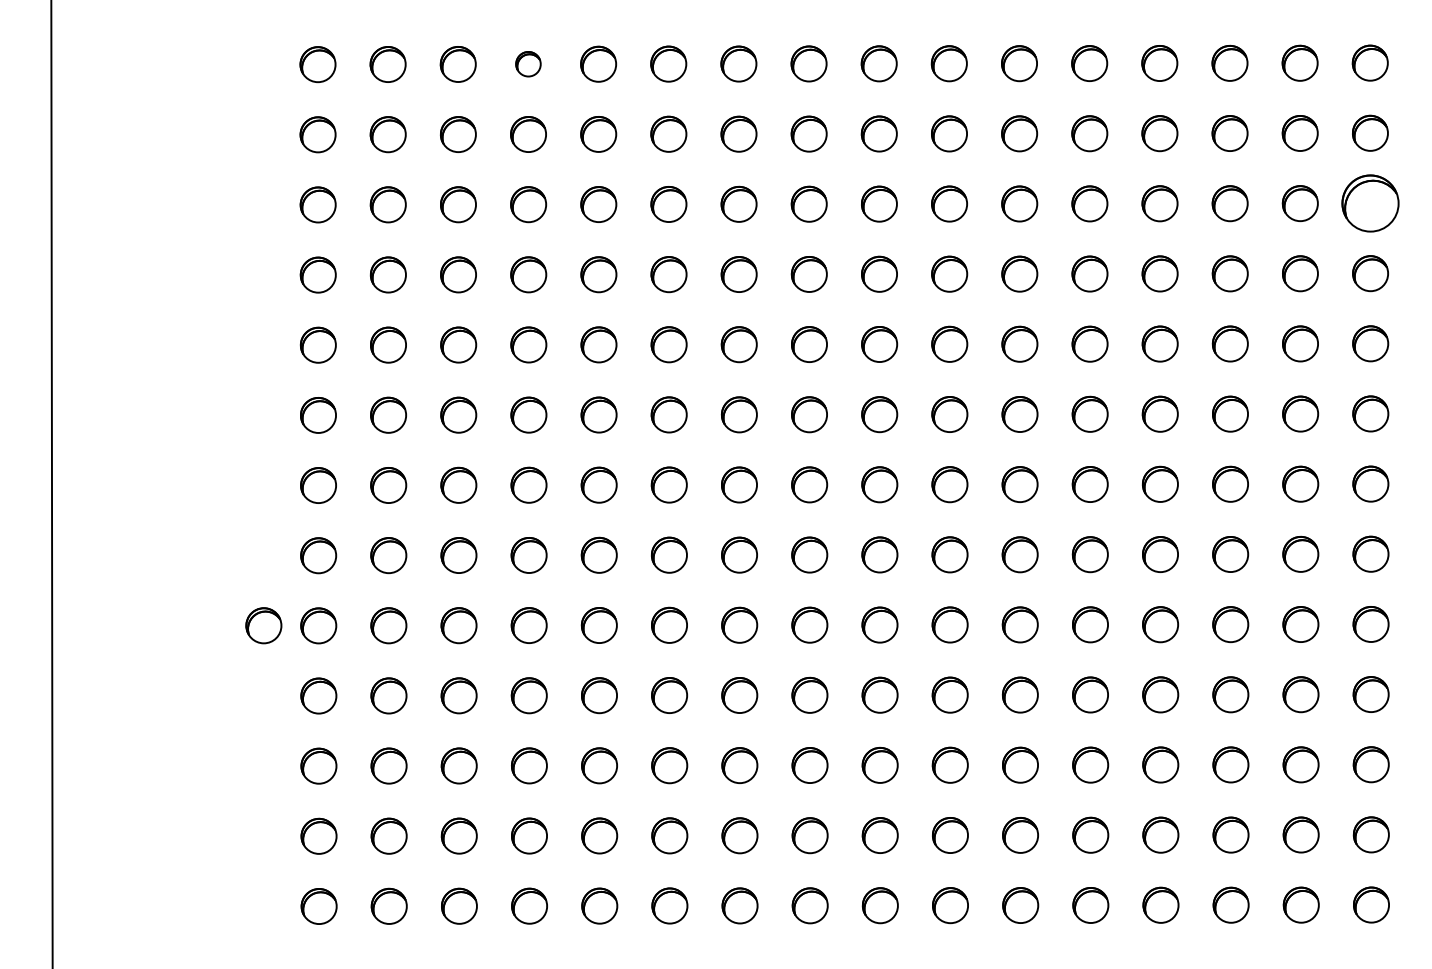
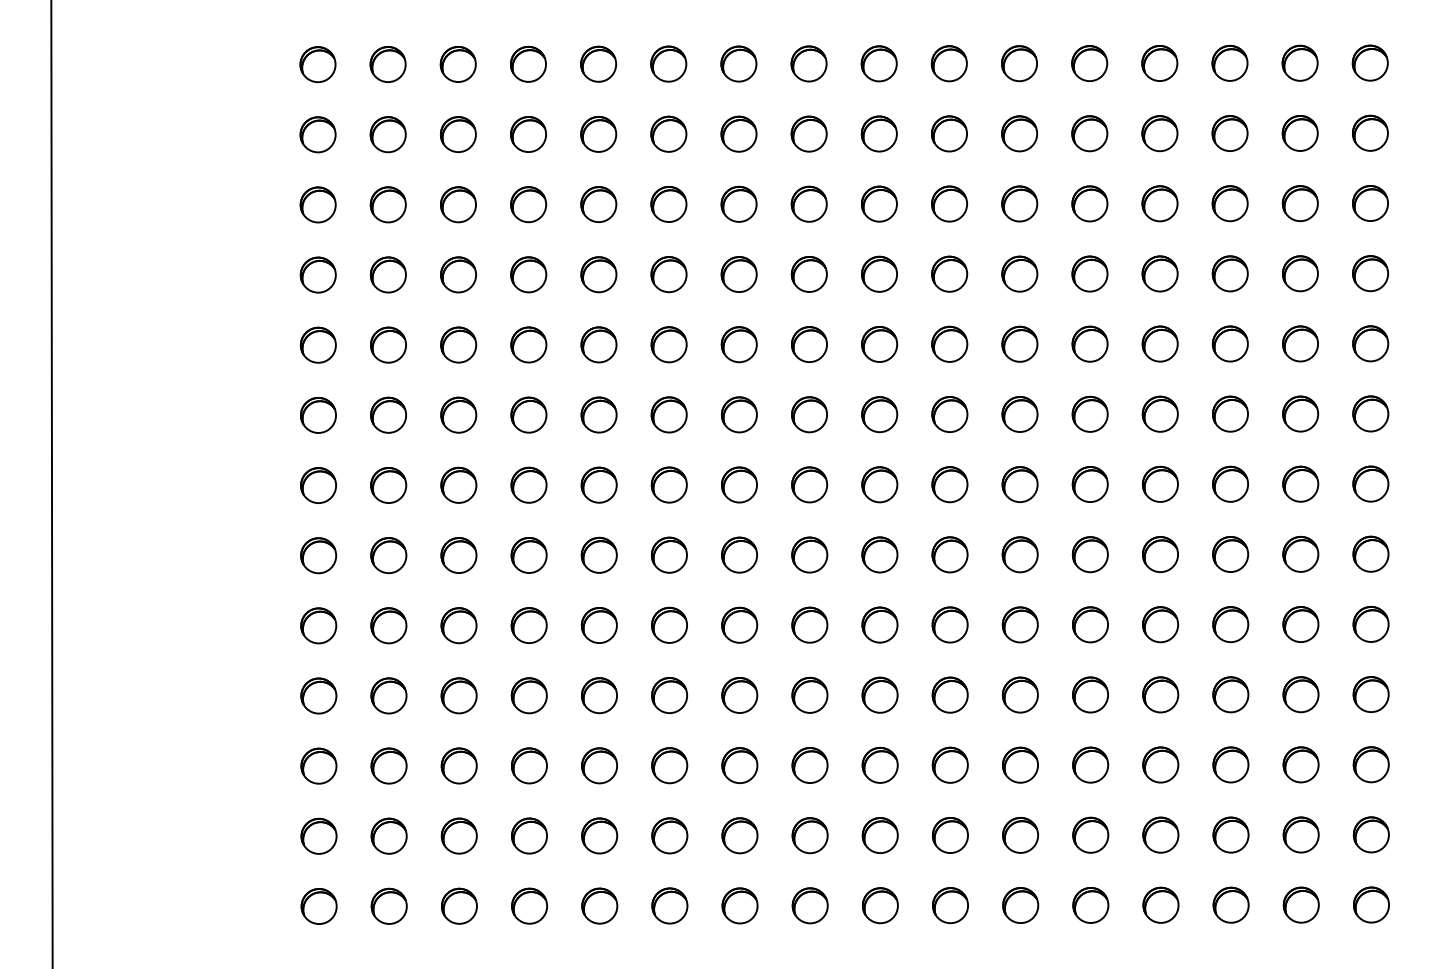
part at (528, 64) size: 27x27 px -> 37x38 px
part at (1370, 203) size: 59x59 px -> 37x37 px
part at (263, 625): present -> none
